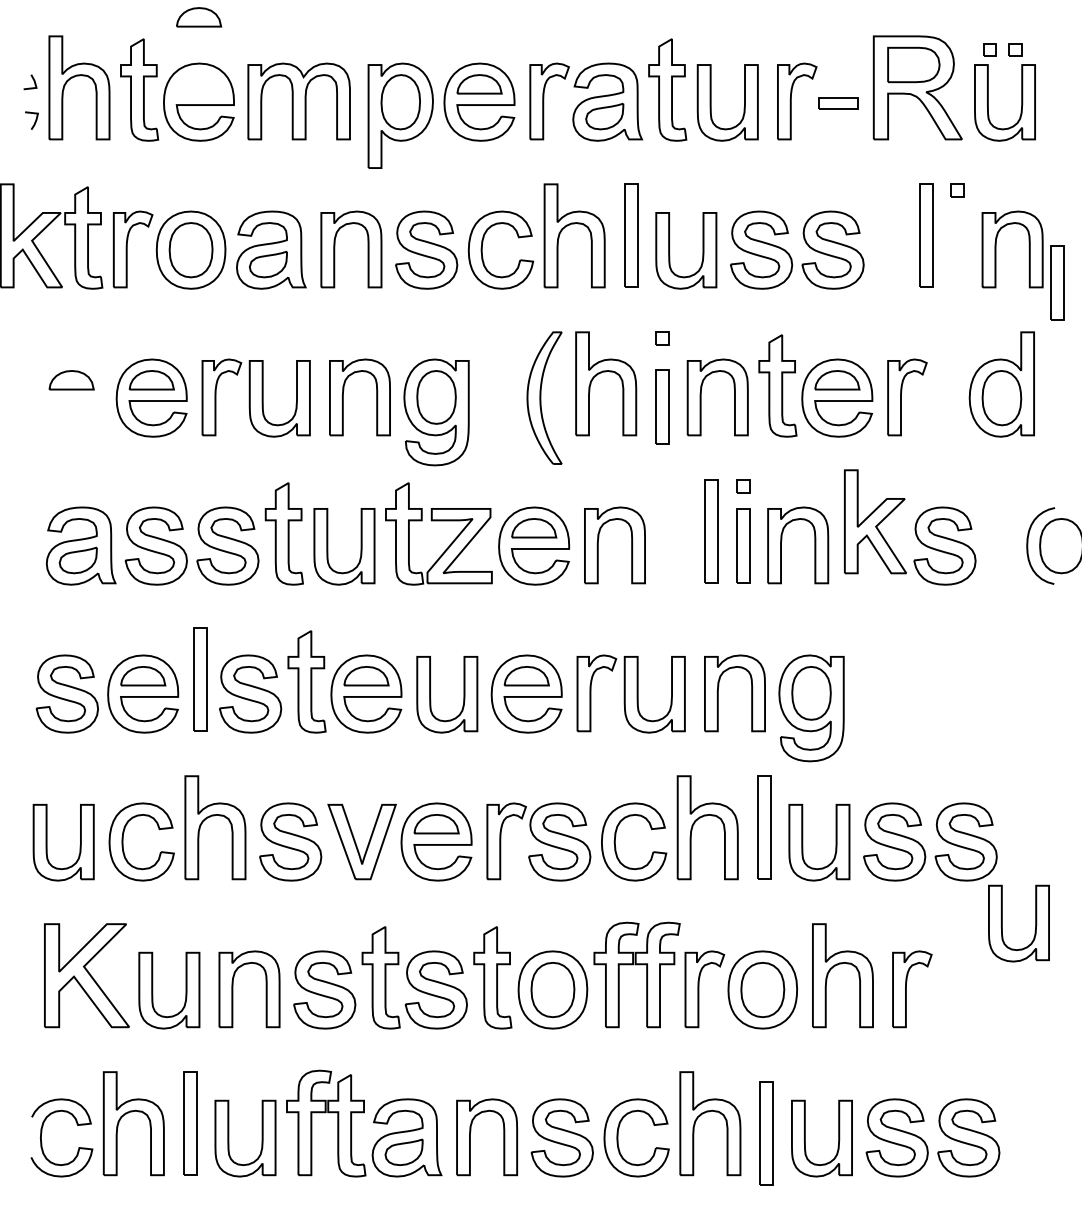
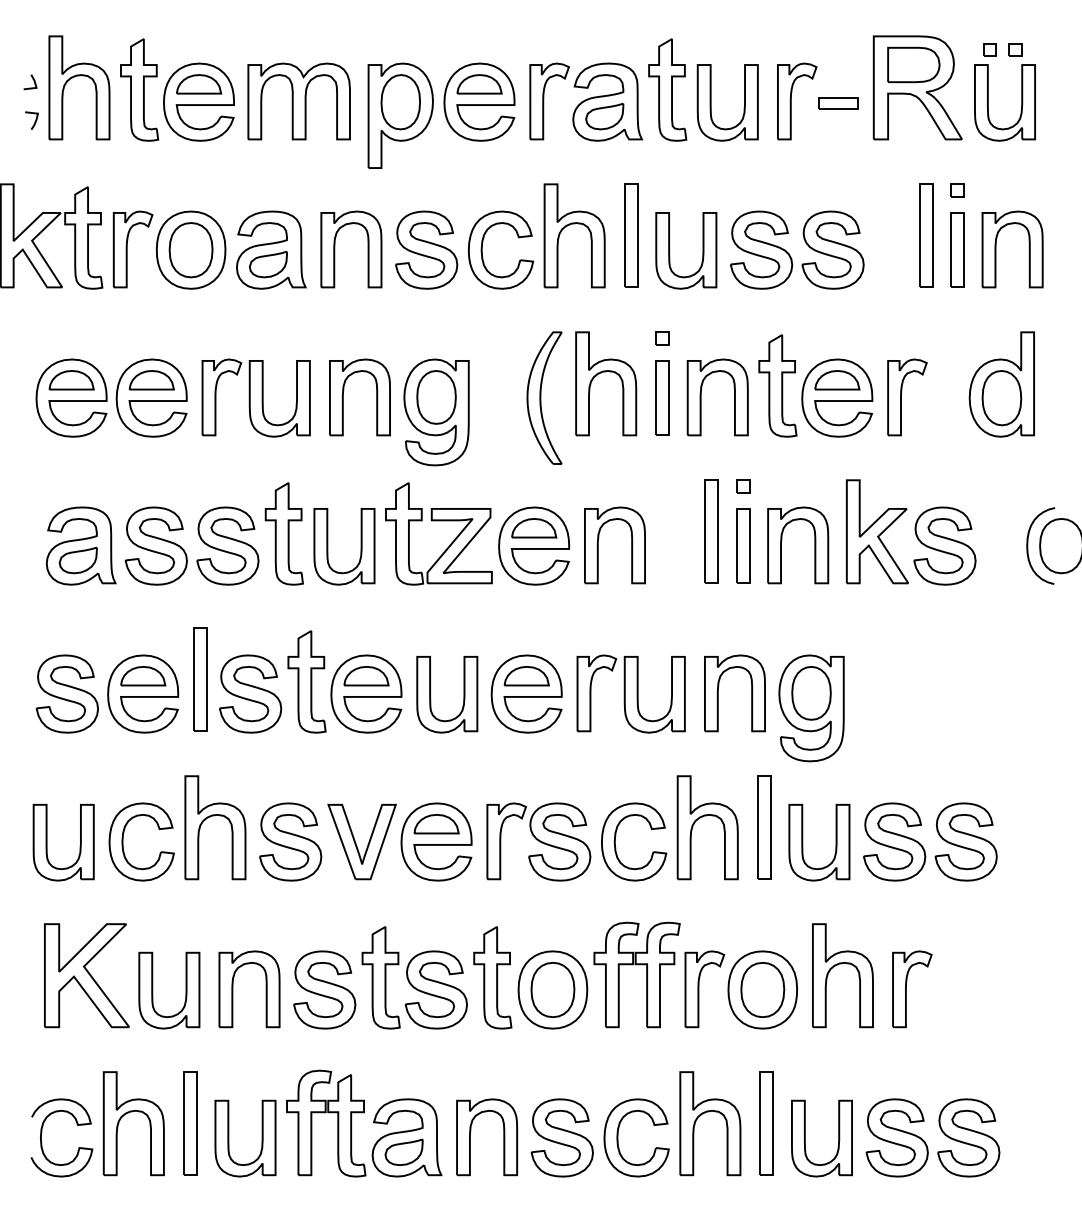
part at (199, 17) position: (199, 17) -> (199, 84)
part at (1057, 282) position: (1057, 282) -> (957, 249)
part at (71, 397): none -> present
part at (662, 406) position: (662, 406) -> (662, 397)
part at (875, 521) position: (875, 521) -> (877, 531)
part at (1002, 923): present -> none
part at (766, 1133) position: (766, 1133) -> (766, 1123)
